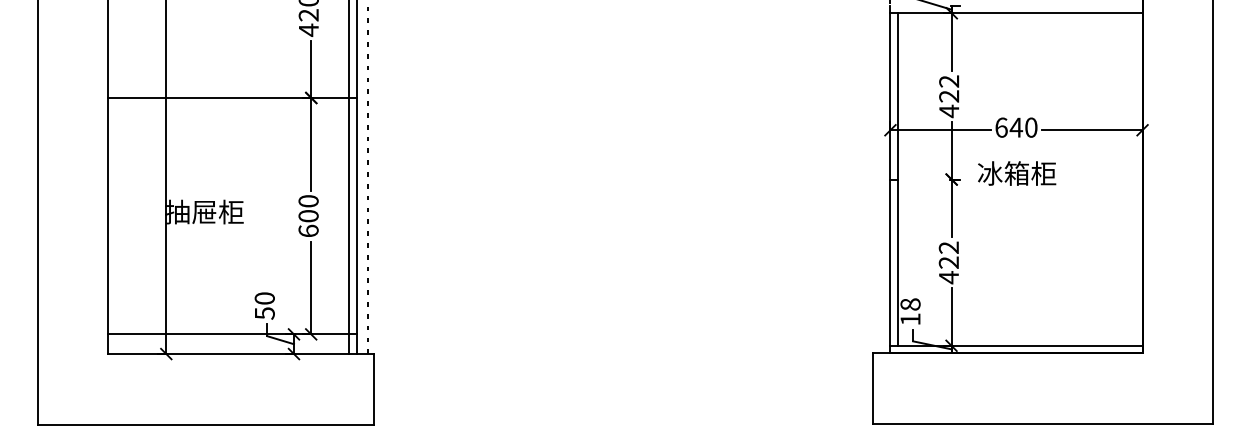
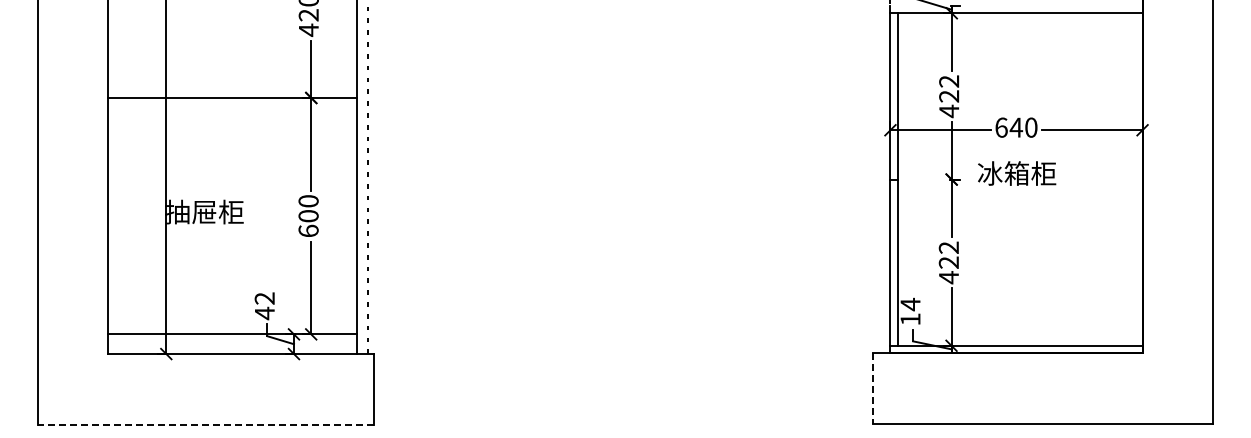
line at (348, 178): present -> none
text at (910, 304): 18 -> 14
text at (264, 306): 50 -> 42
line at (872, 388): solid -> dashed
line at (205, 424): solid -> dashed
